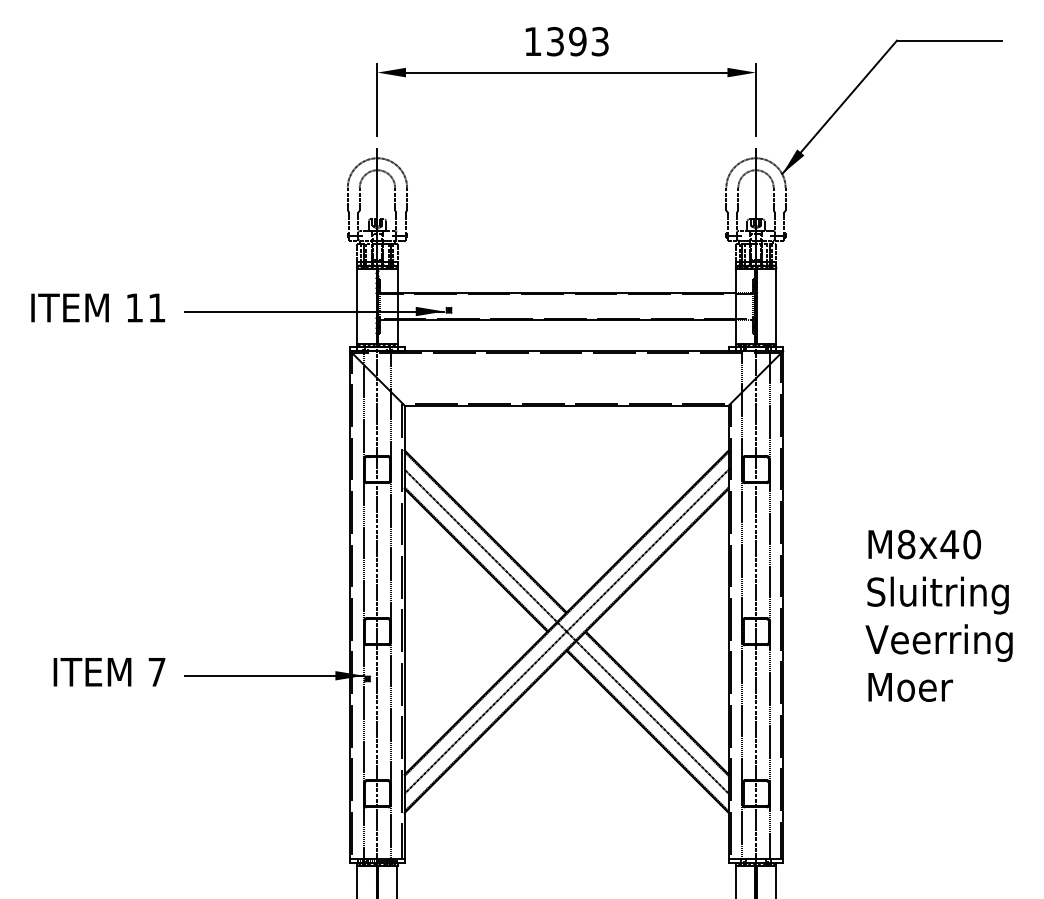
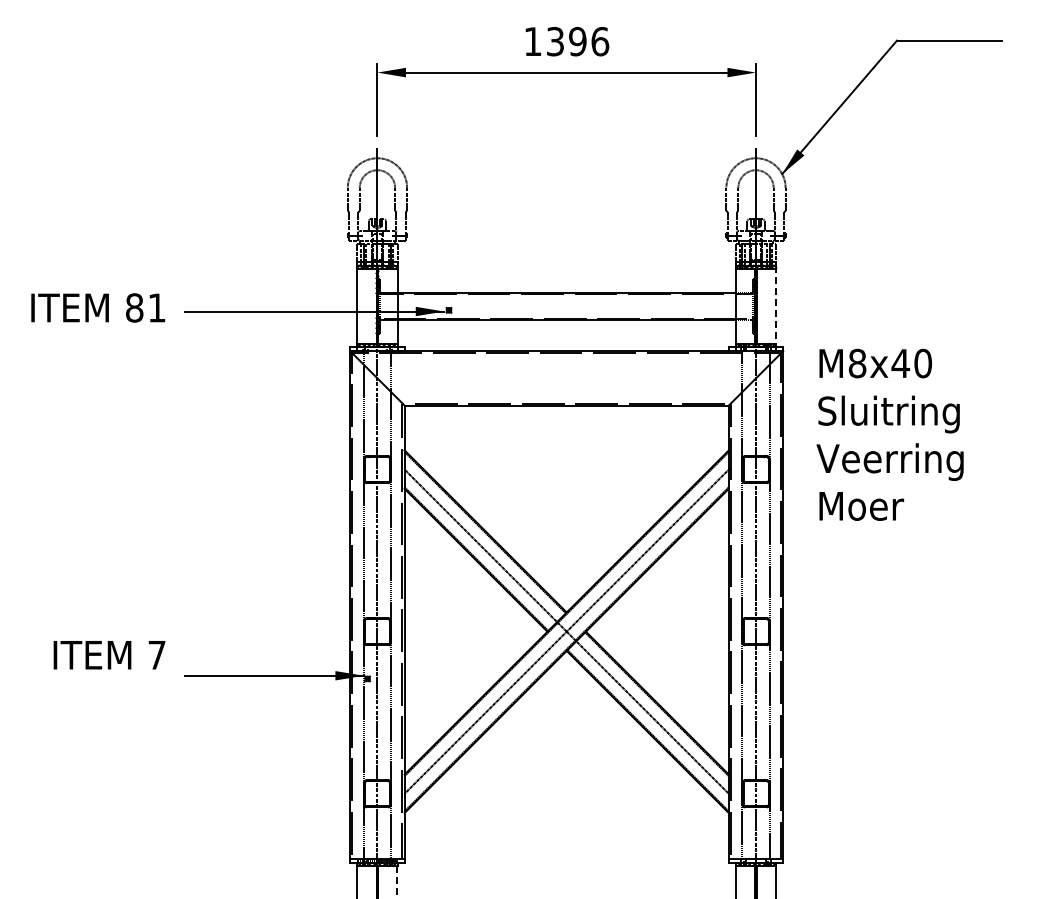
text at (600, 41): 1393 -> 1396
line at (776, 306): solid -> dashed
text at (134, 307): 11 -> 81
text at (938, 615) position: (938, 615) -> (889, 434)
text at (109, 672) position: (109, 672) -> (109, 655)
line at (397, 882): solid -> dashed
